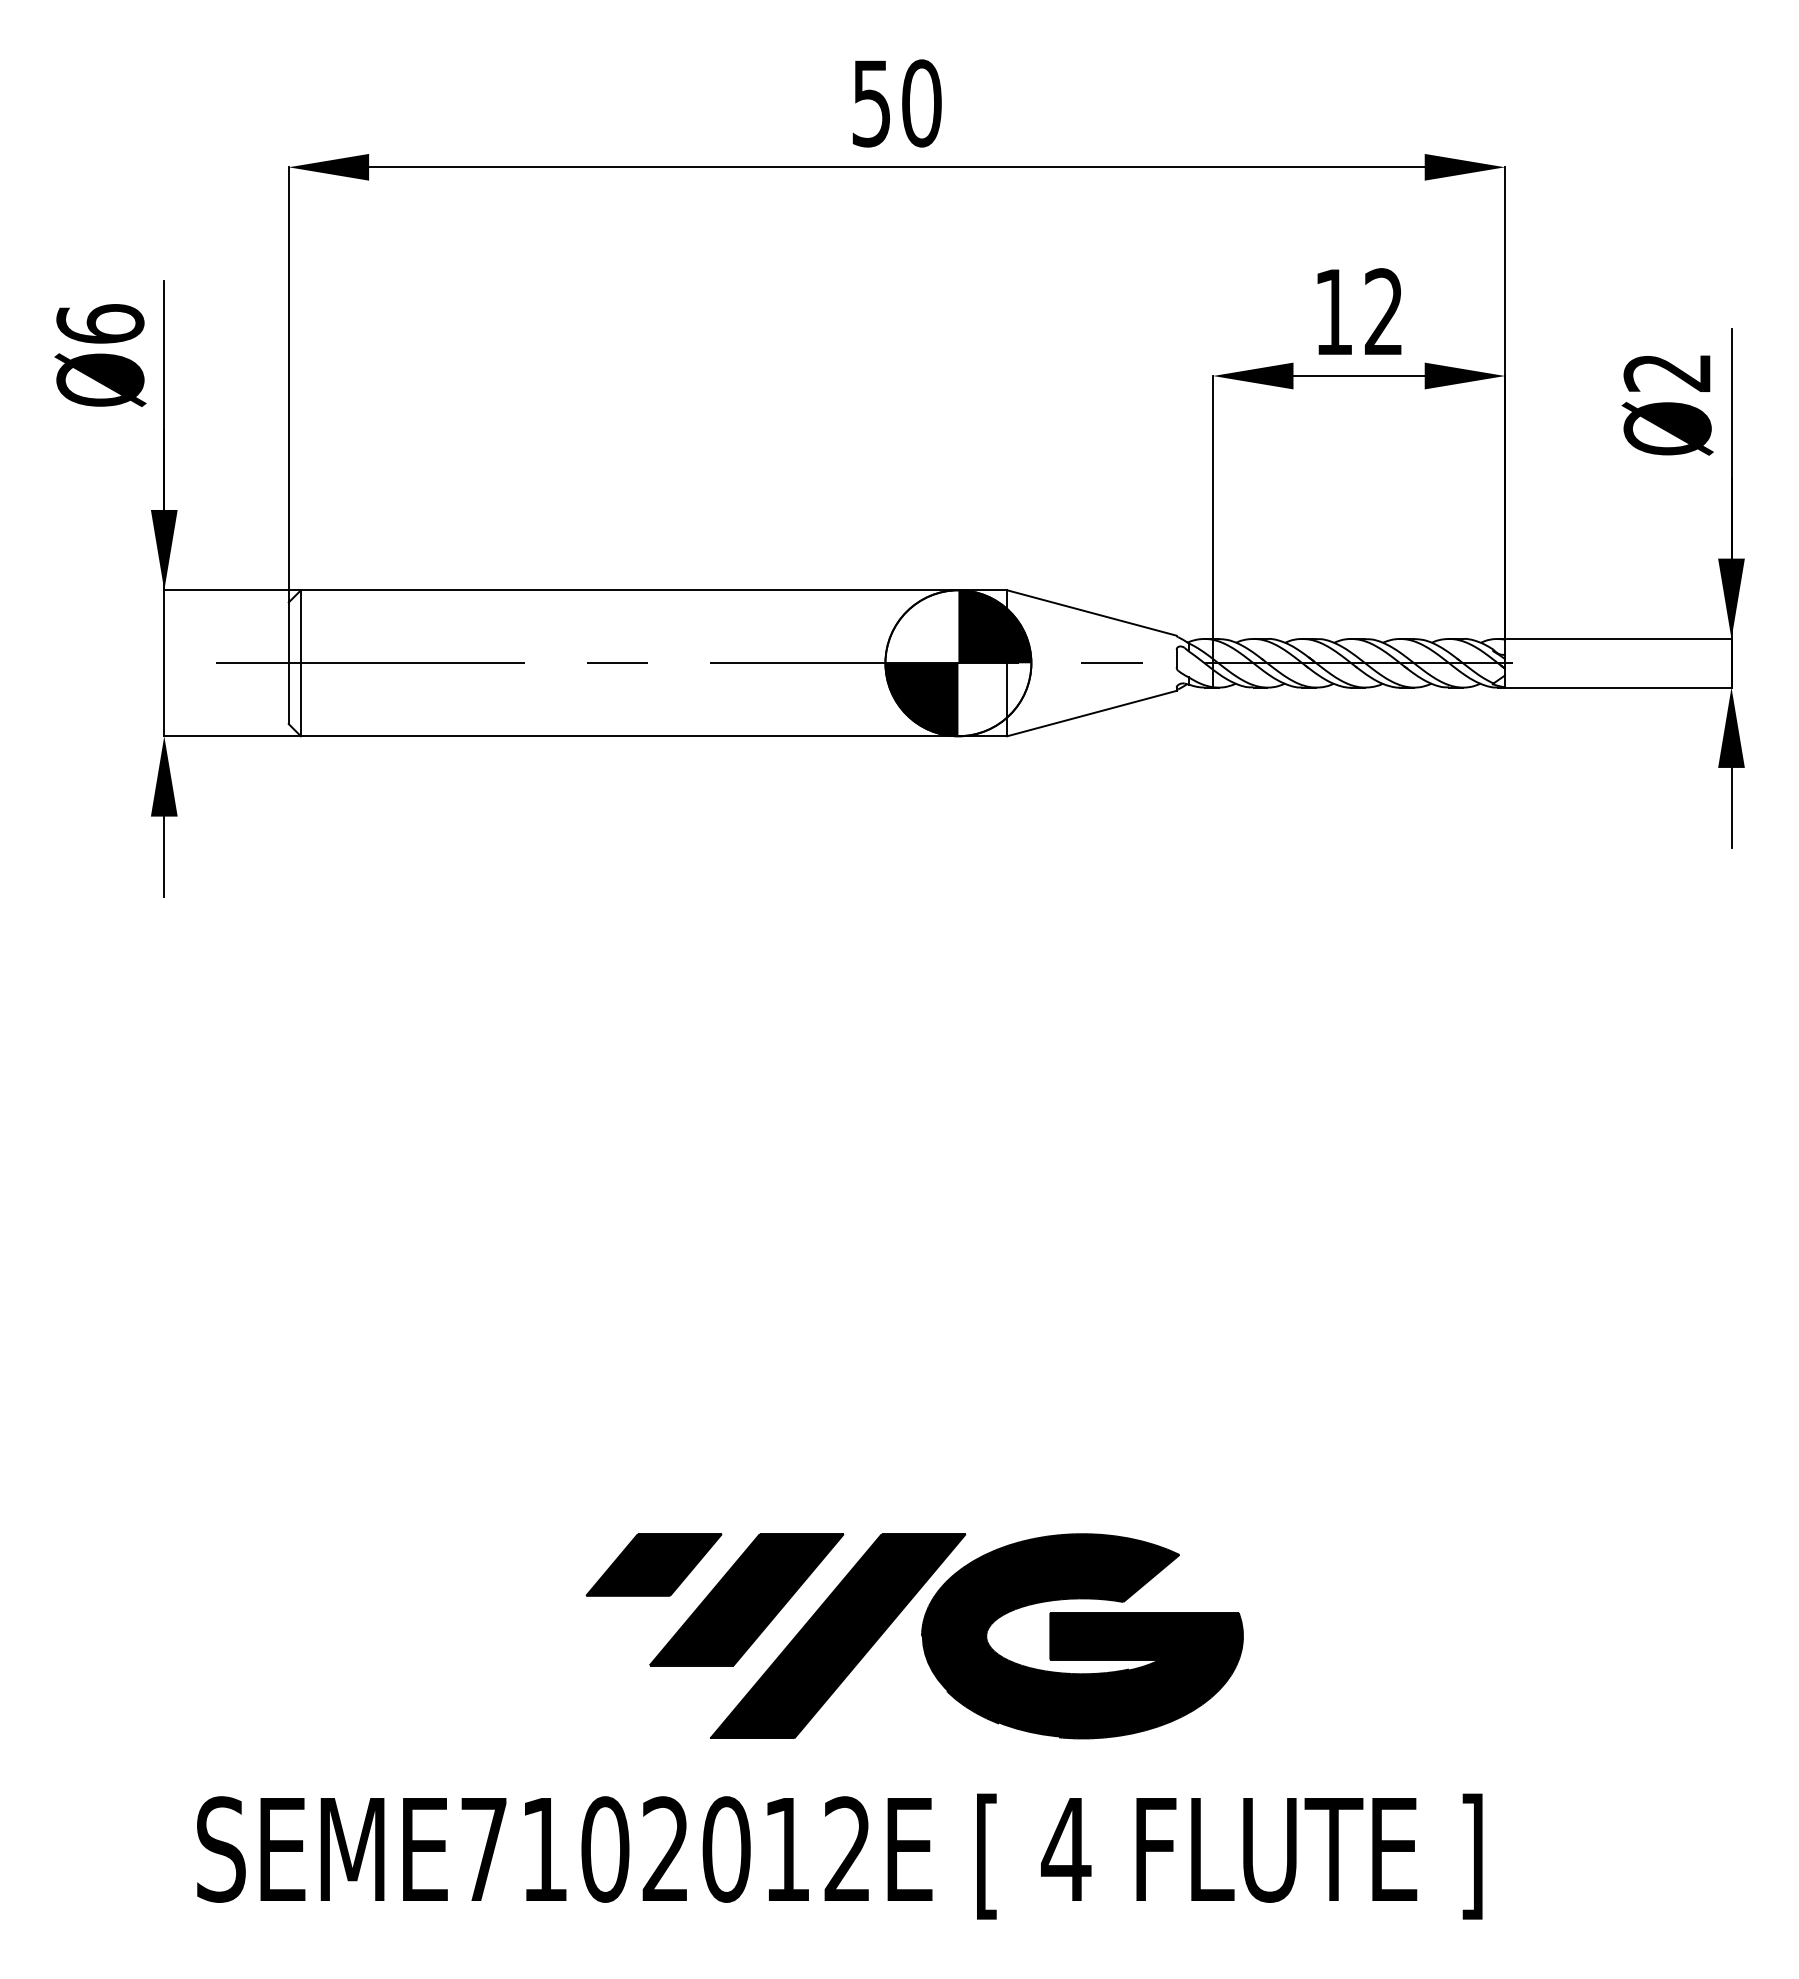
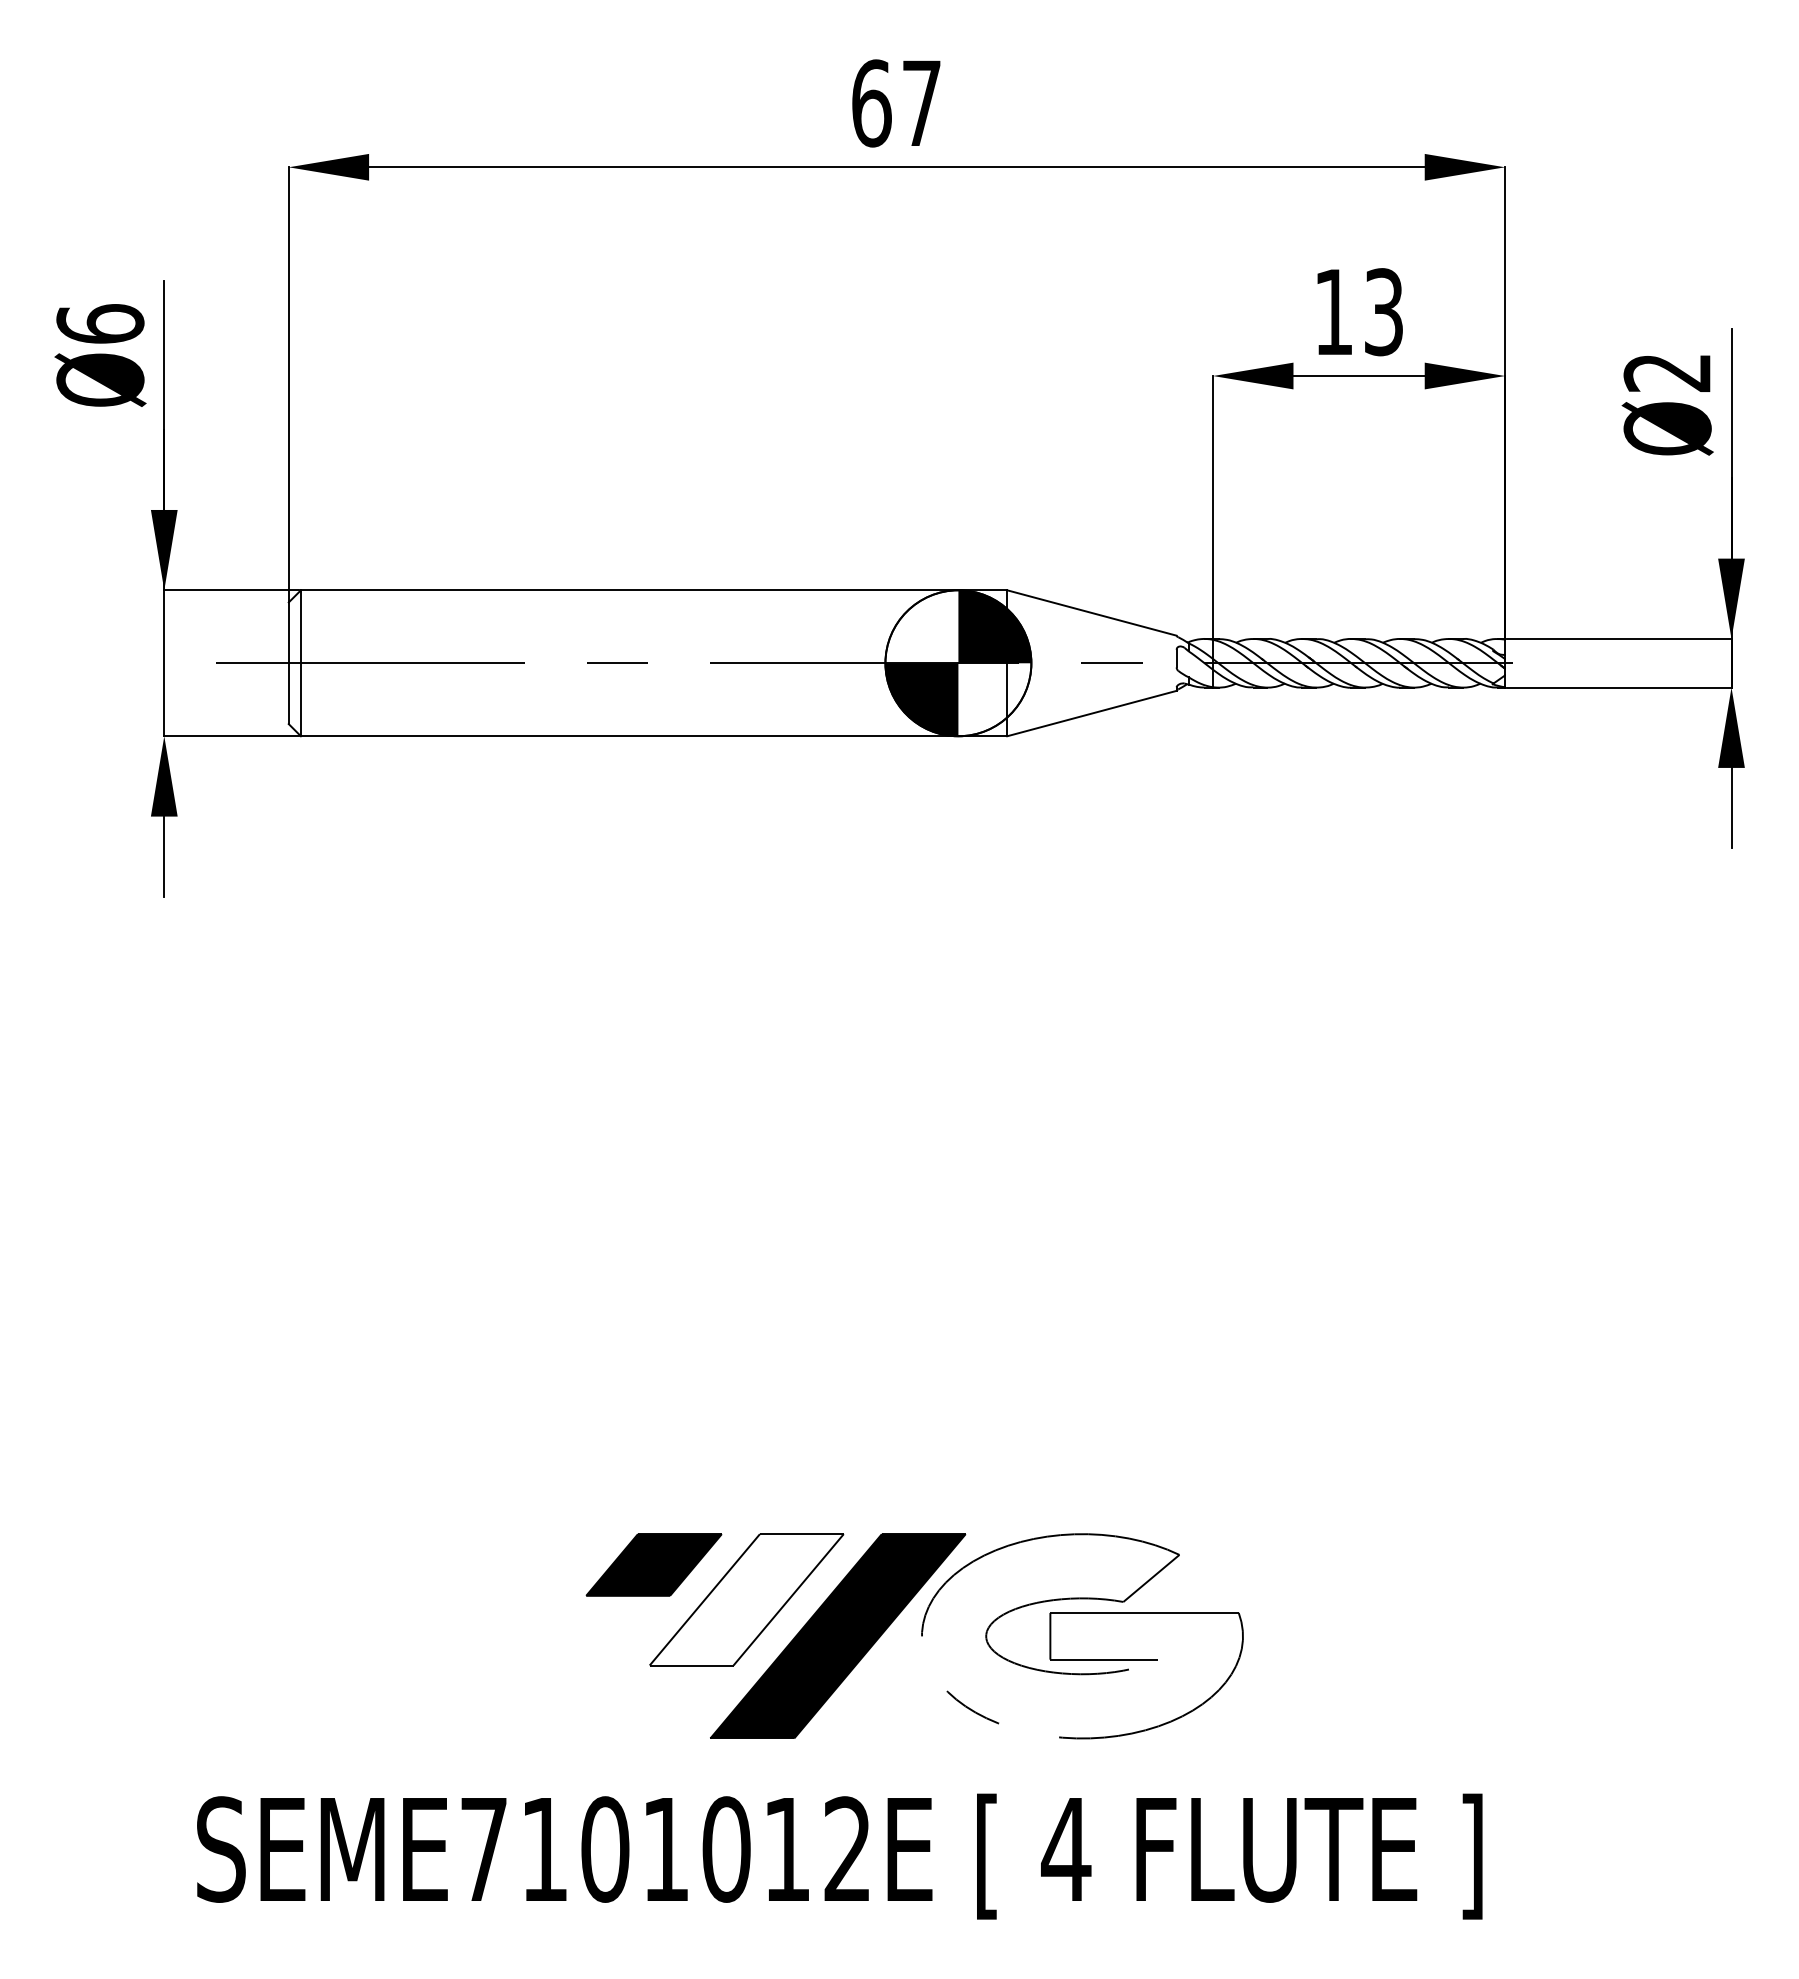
text at (896, 103): 50 -> 67
text at (1383, 312): 12 -> 13
fill at (746, 1599): present -> none
fill at (1082, 1636): present -> none
text at (664, 1848): SEME7102012E -> SEME7101012E
